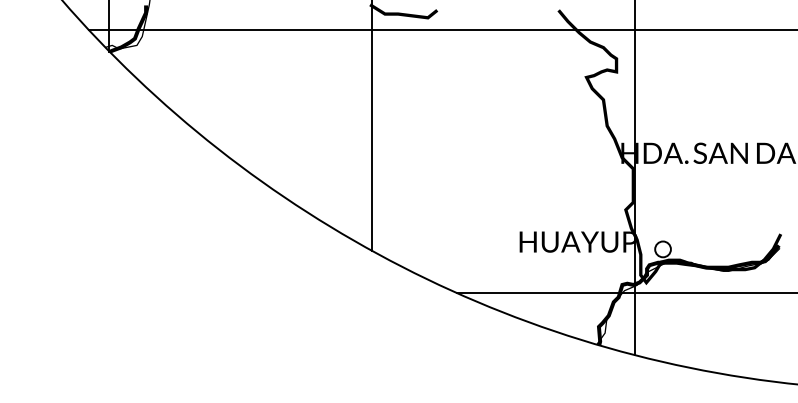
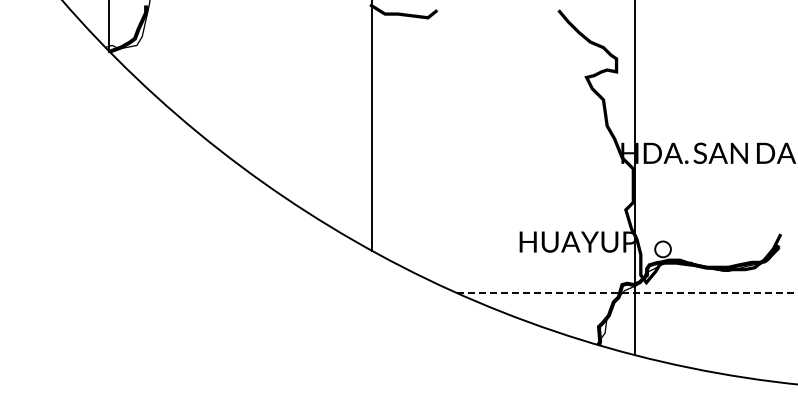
line at (441, 30): present -> none
line at (627, 293): solid -> dashed
